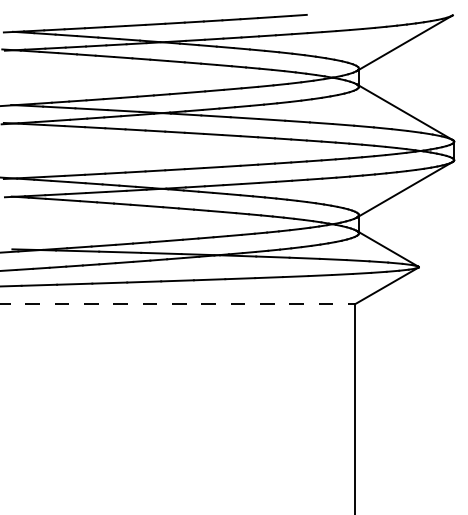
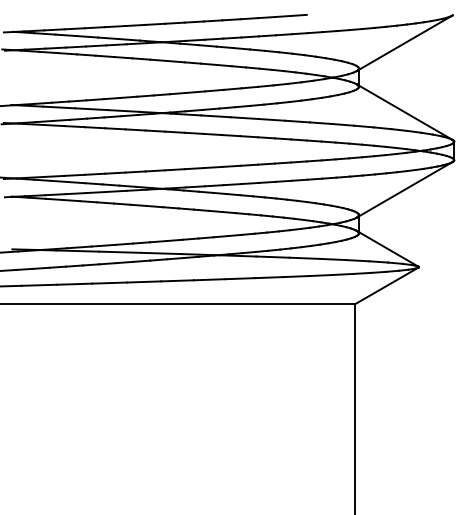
line at (178, 304): dashed -> solid
